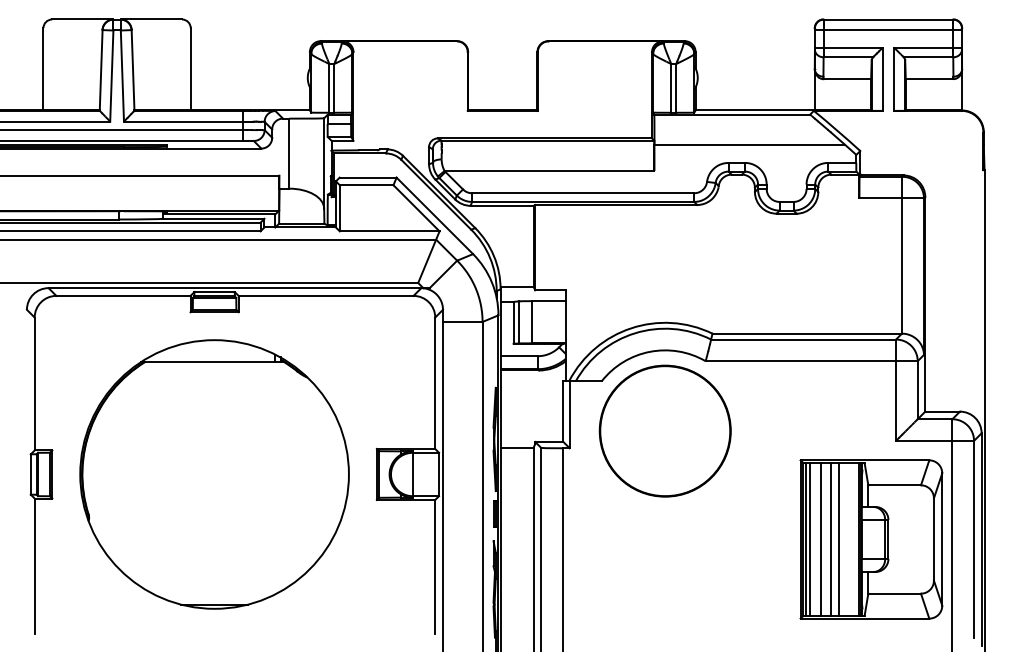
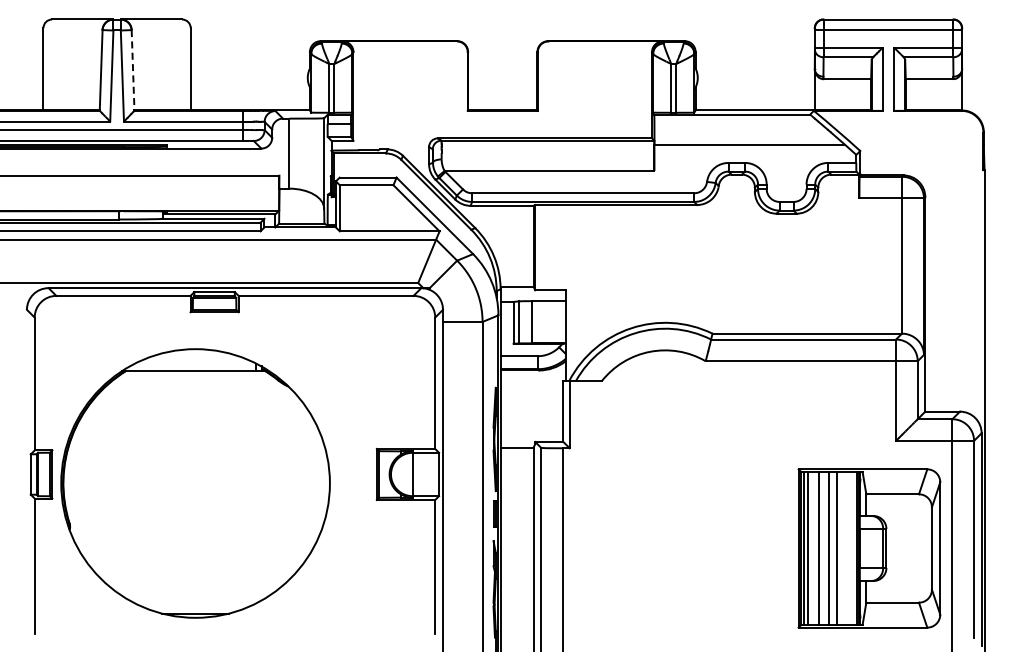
line at (133, 70): solid -> dashed
circle at (664, 430): present -> none
part at (214, 474) position: (214, 474) -> (195, 483)
part at (871, 539) position: (871, 539) -> (869, 548)
